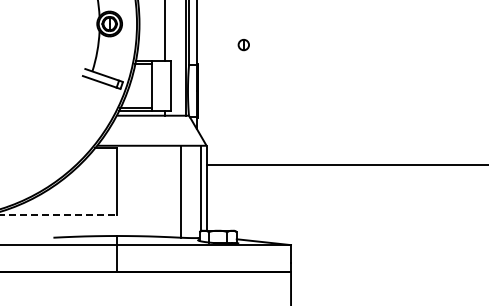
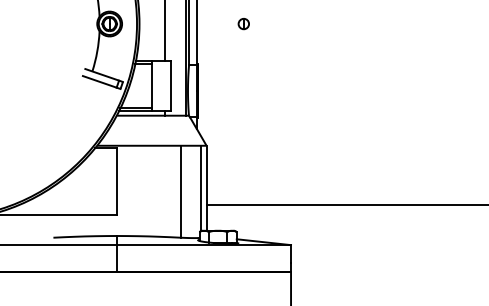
part at (243, 45) position: (243, 45) -> (243, 24)
line at (345, 165) position: (345, 165) -> (345, 205)
line at (58, 215): dashed -> solid
